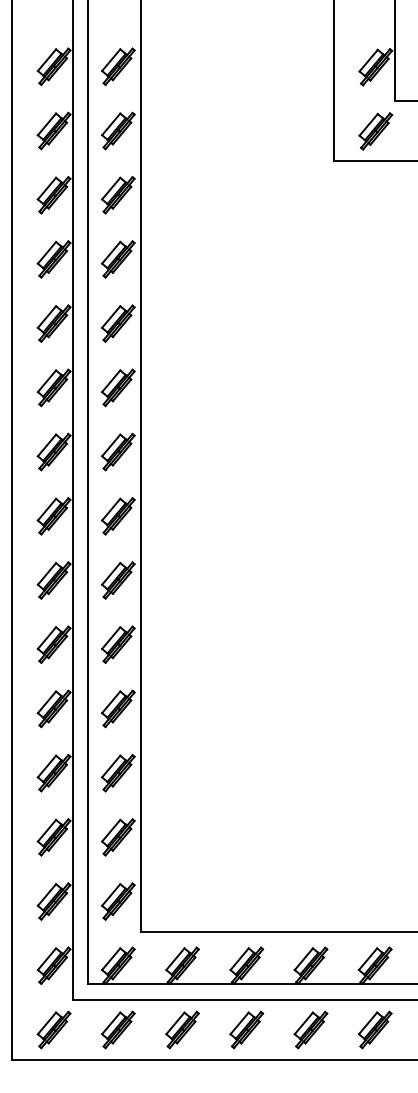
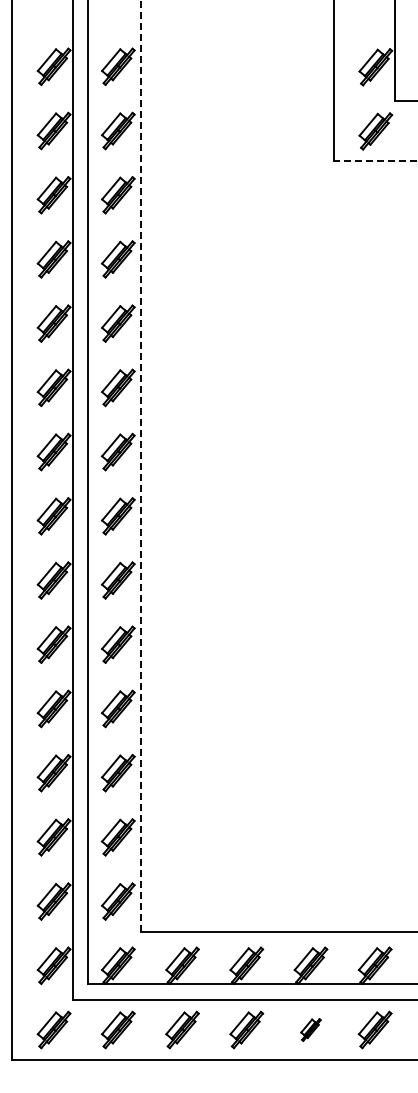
line at (375, 161): solid -> dashed
line at (140, 465): solid -> dashed
part at (310, 1029) size: 36x40 px -> 22x24 px
